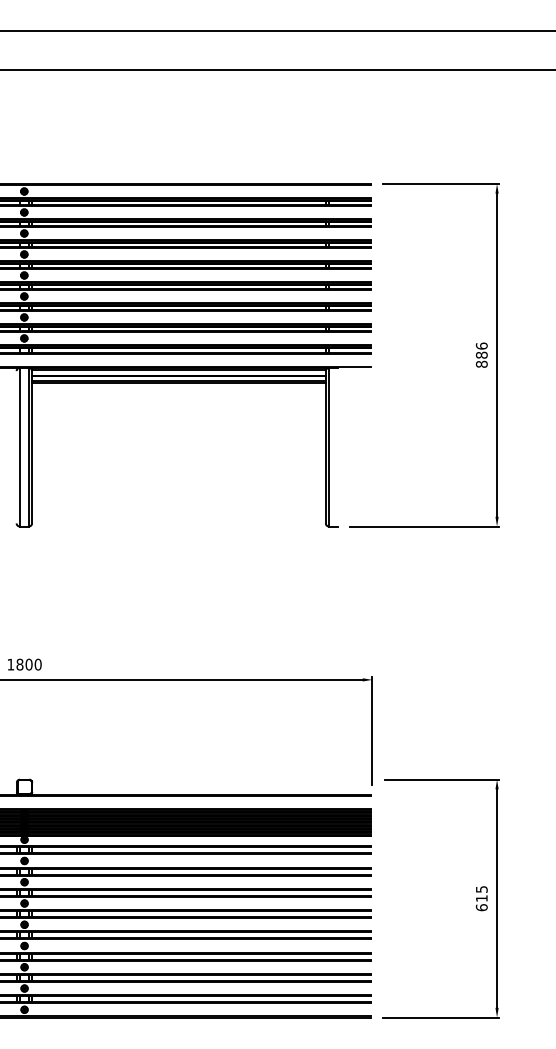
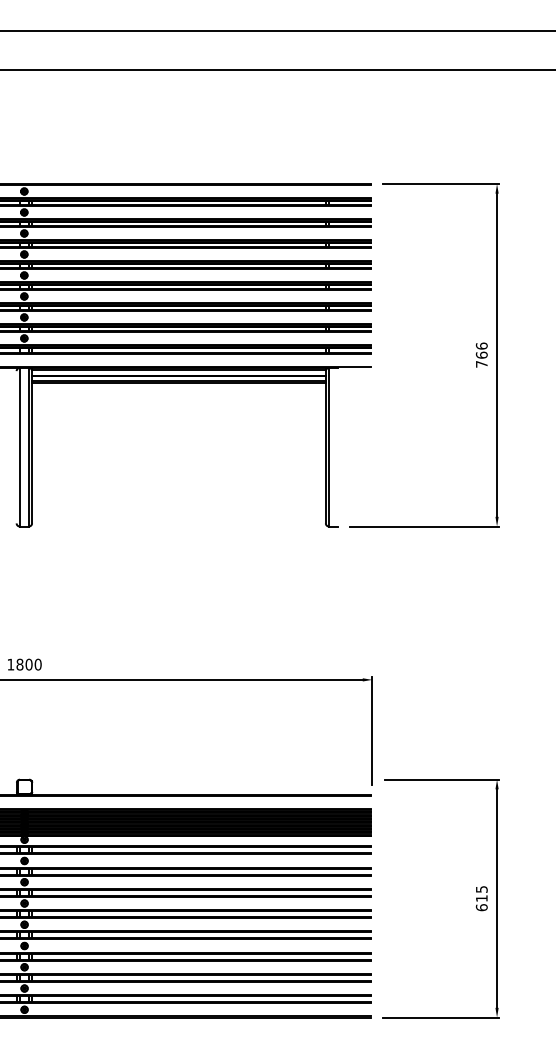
text at (481, 359): 886 -> 766
